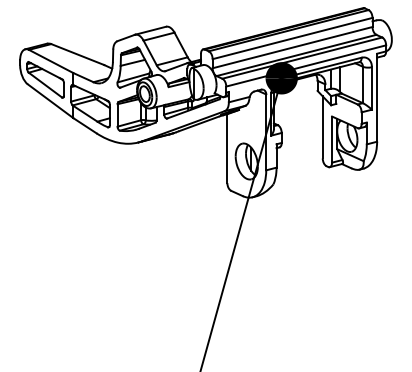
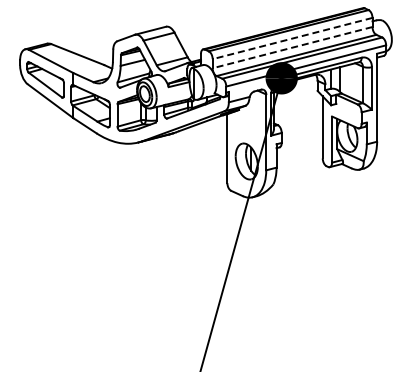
line at (292, 38): solid -> dashed
line at (292, 47): solid -> dashed
